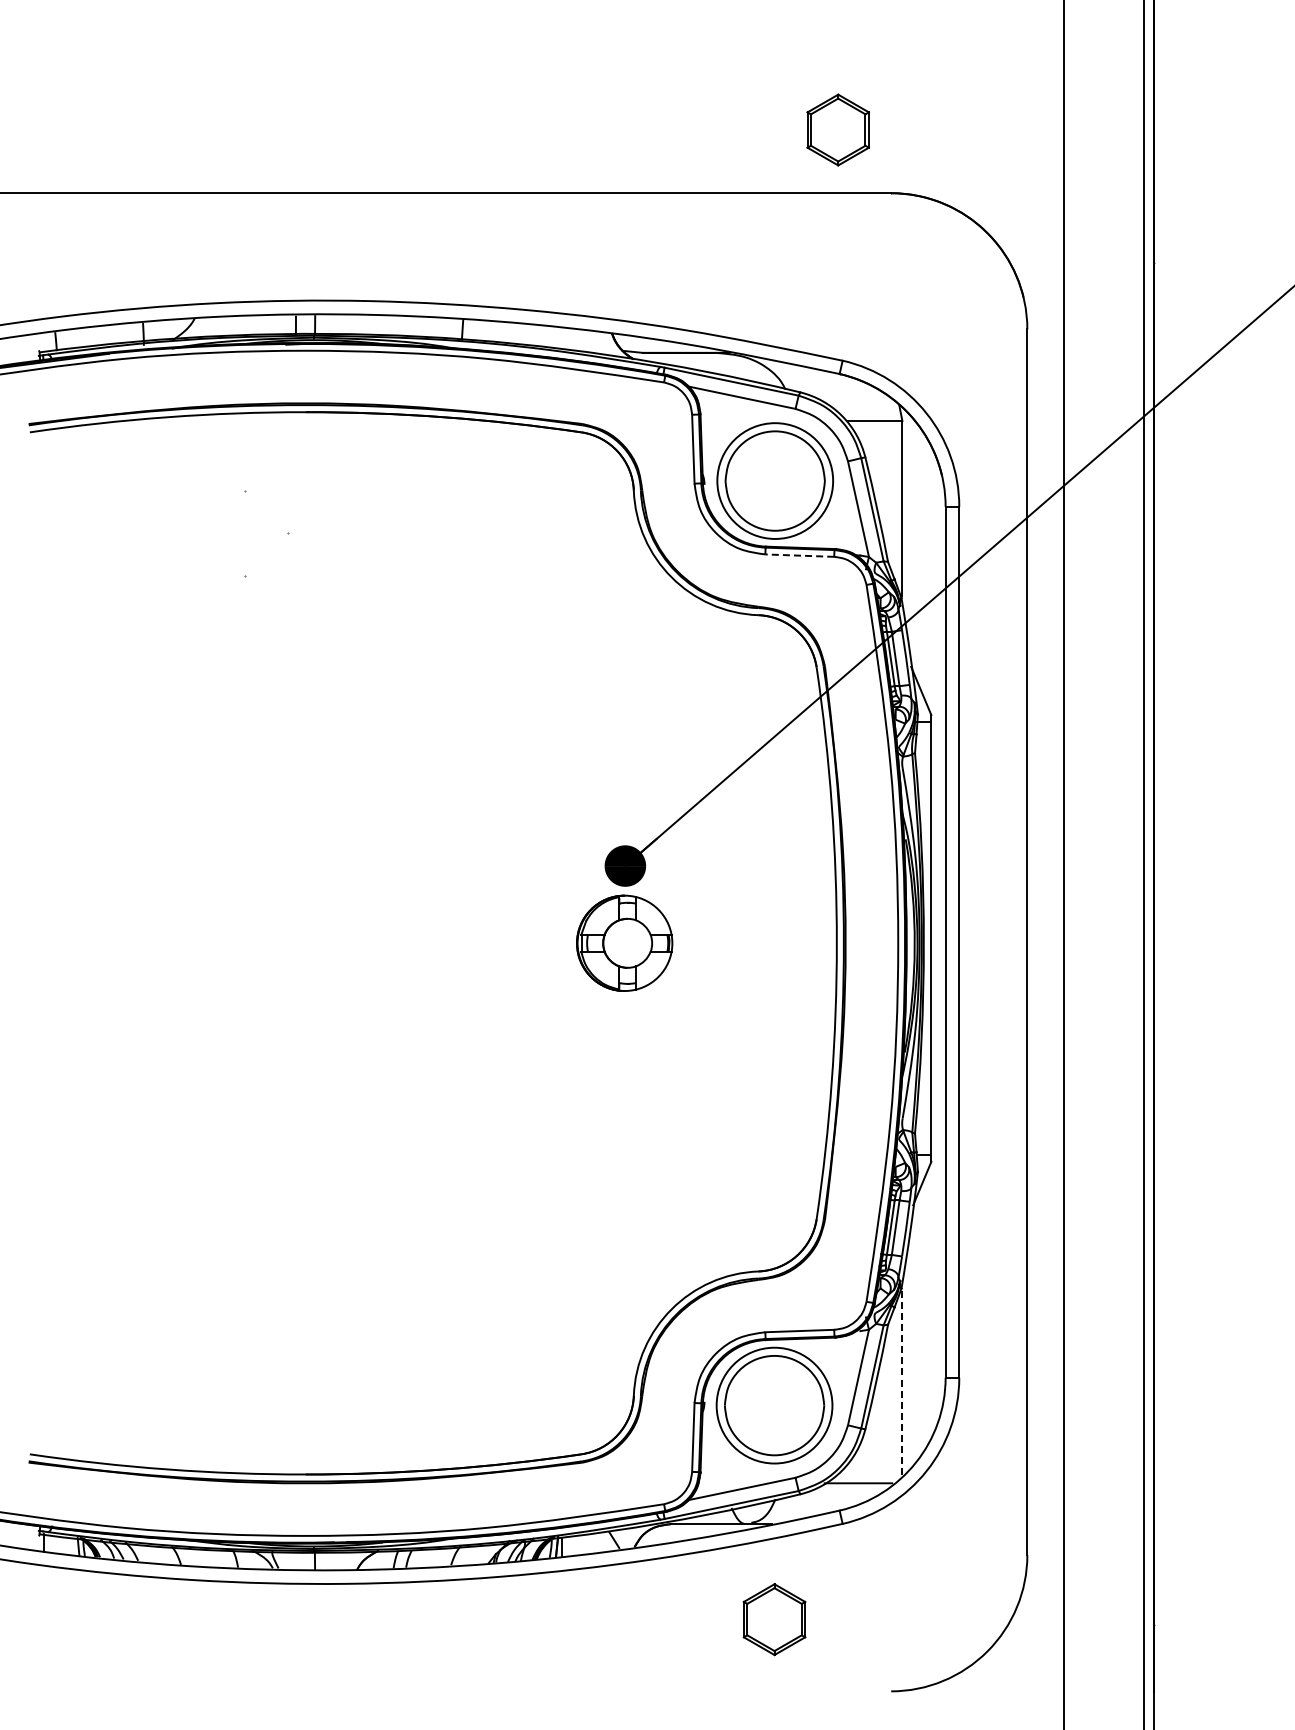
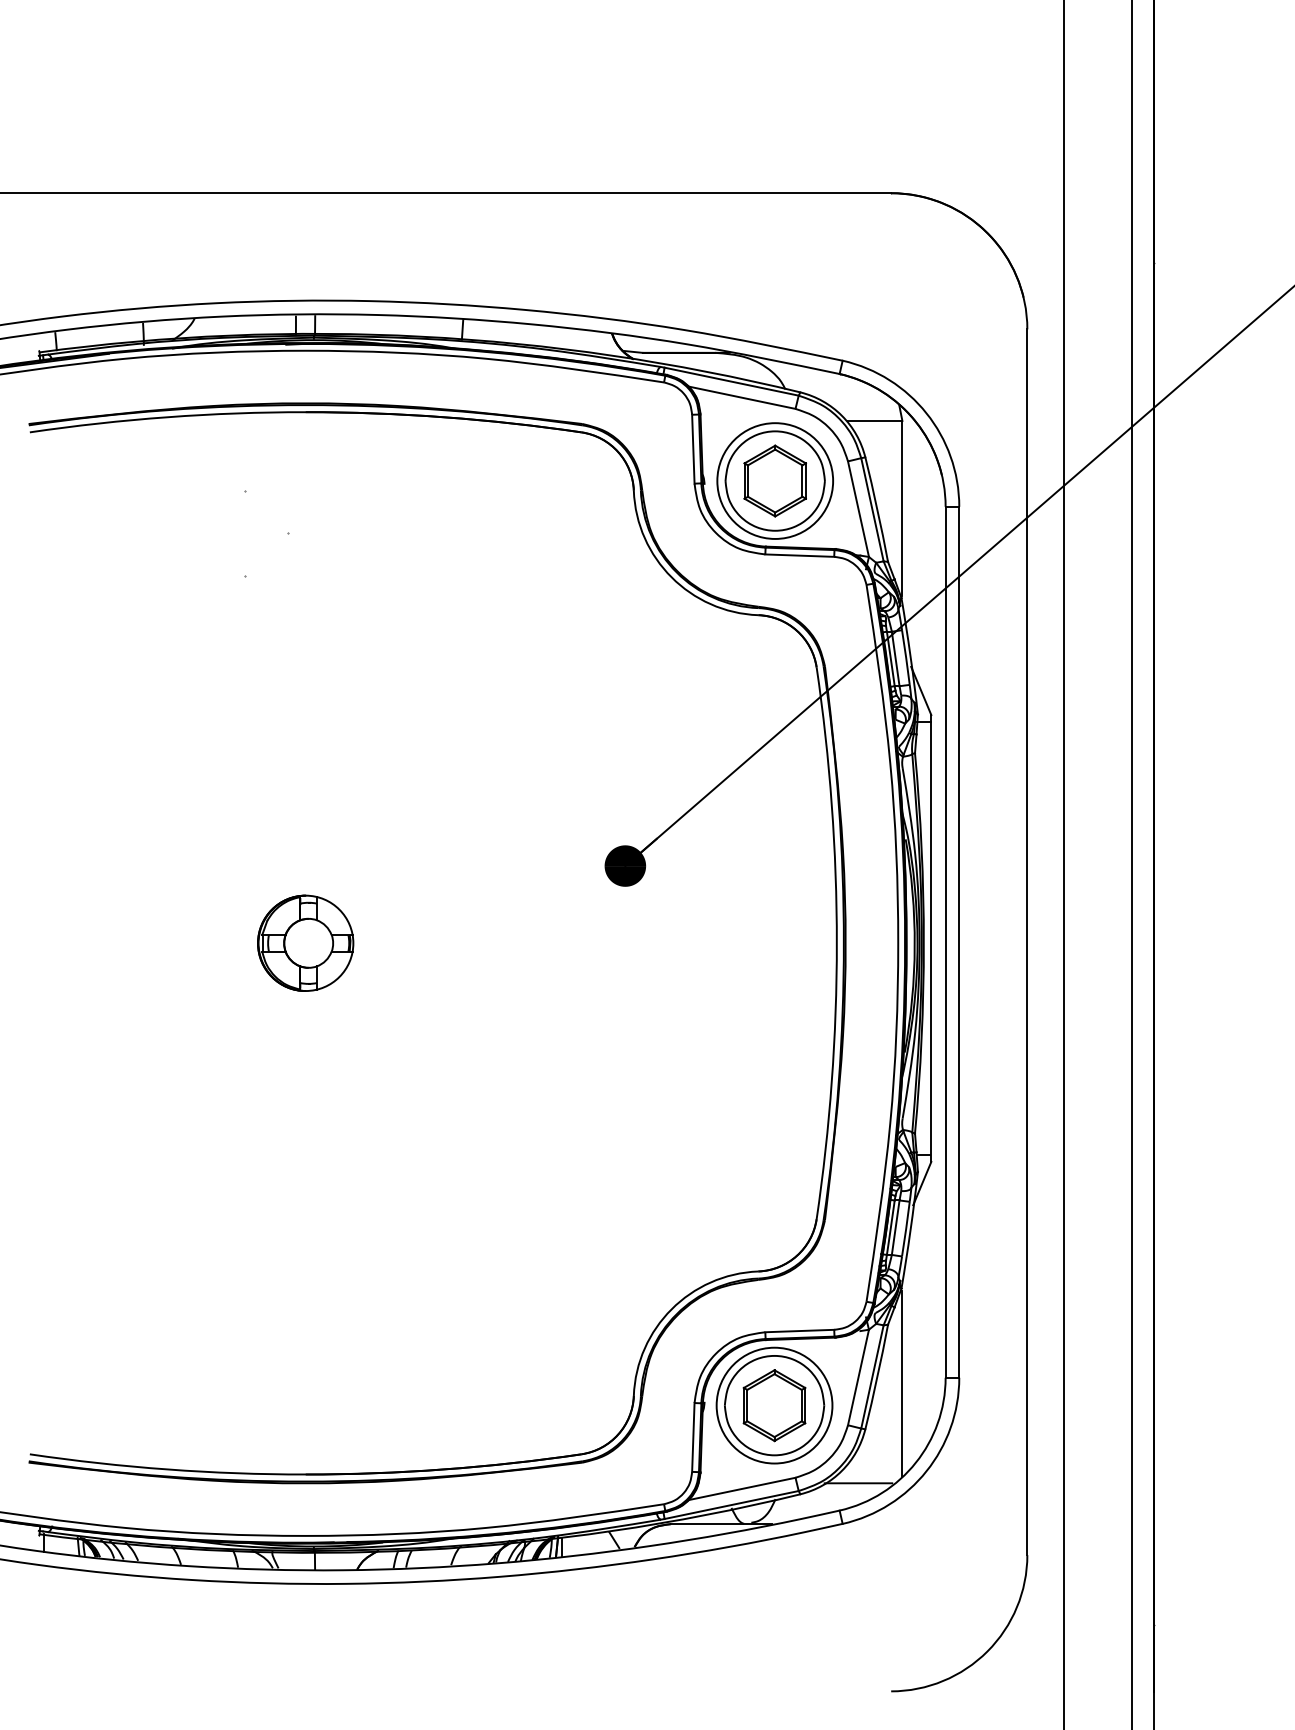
part at (837, 129) position: (837, 129) -> (774, 480)
line at (799, 555): dashed -> solid
line at (1143, 864) position: (1143, 864) -> (1131, 864)
part at (624, 942) position: (624, 942) -> (305, 942)
line at (902, 1384): dashed -> solid
part at (774, 1619) position: (774, 1619) -> (774, 1405)
